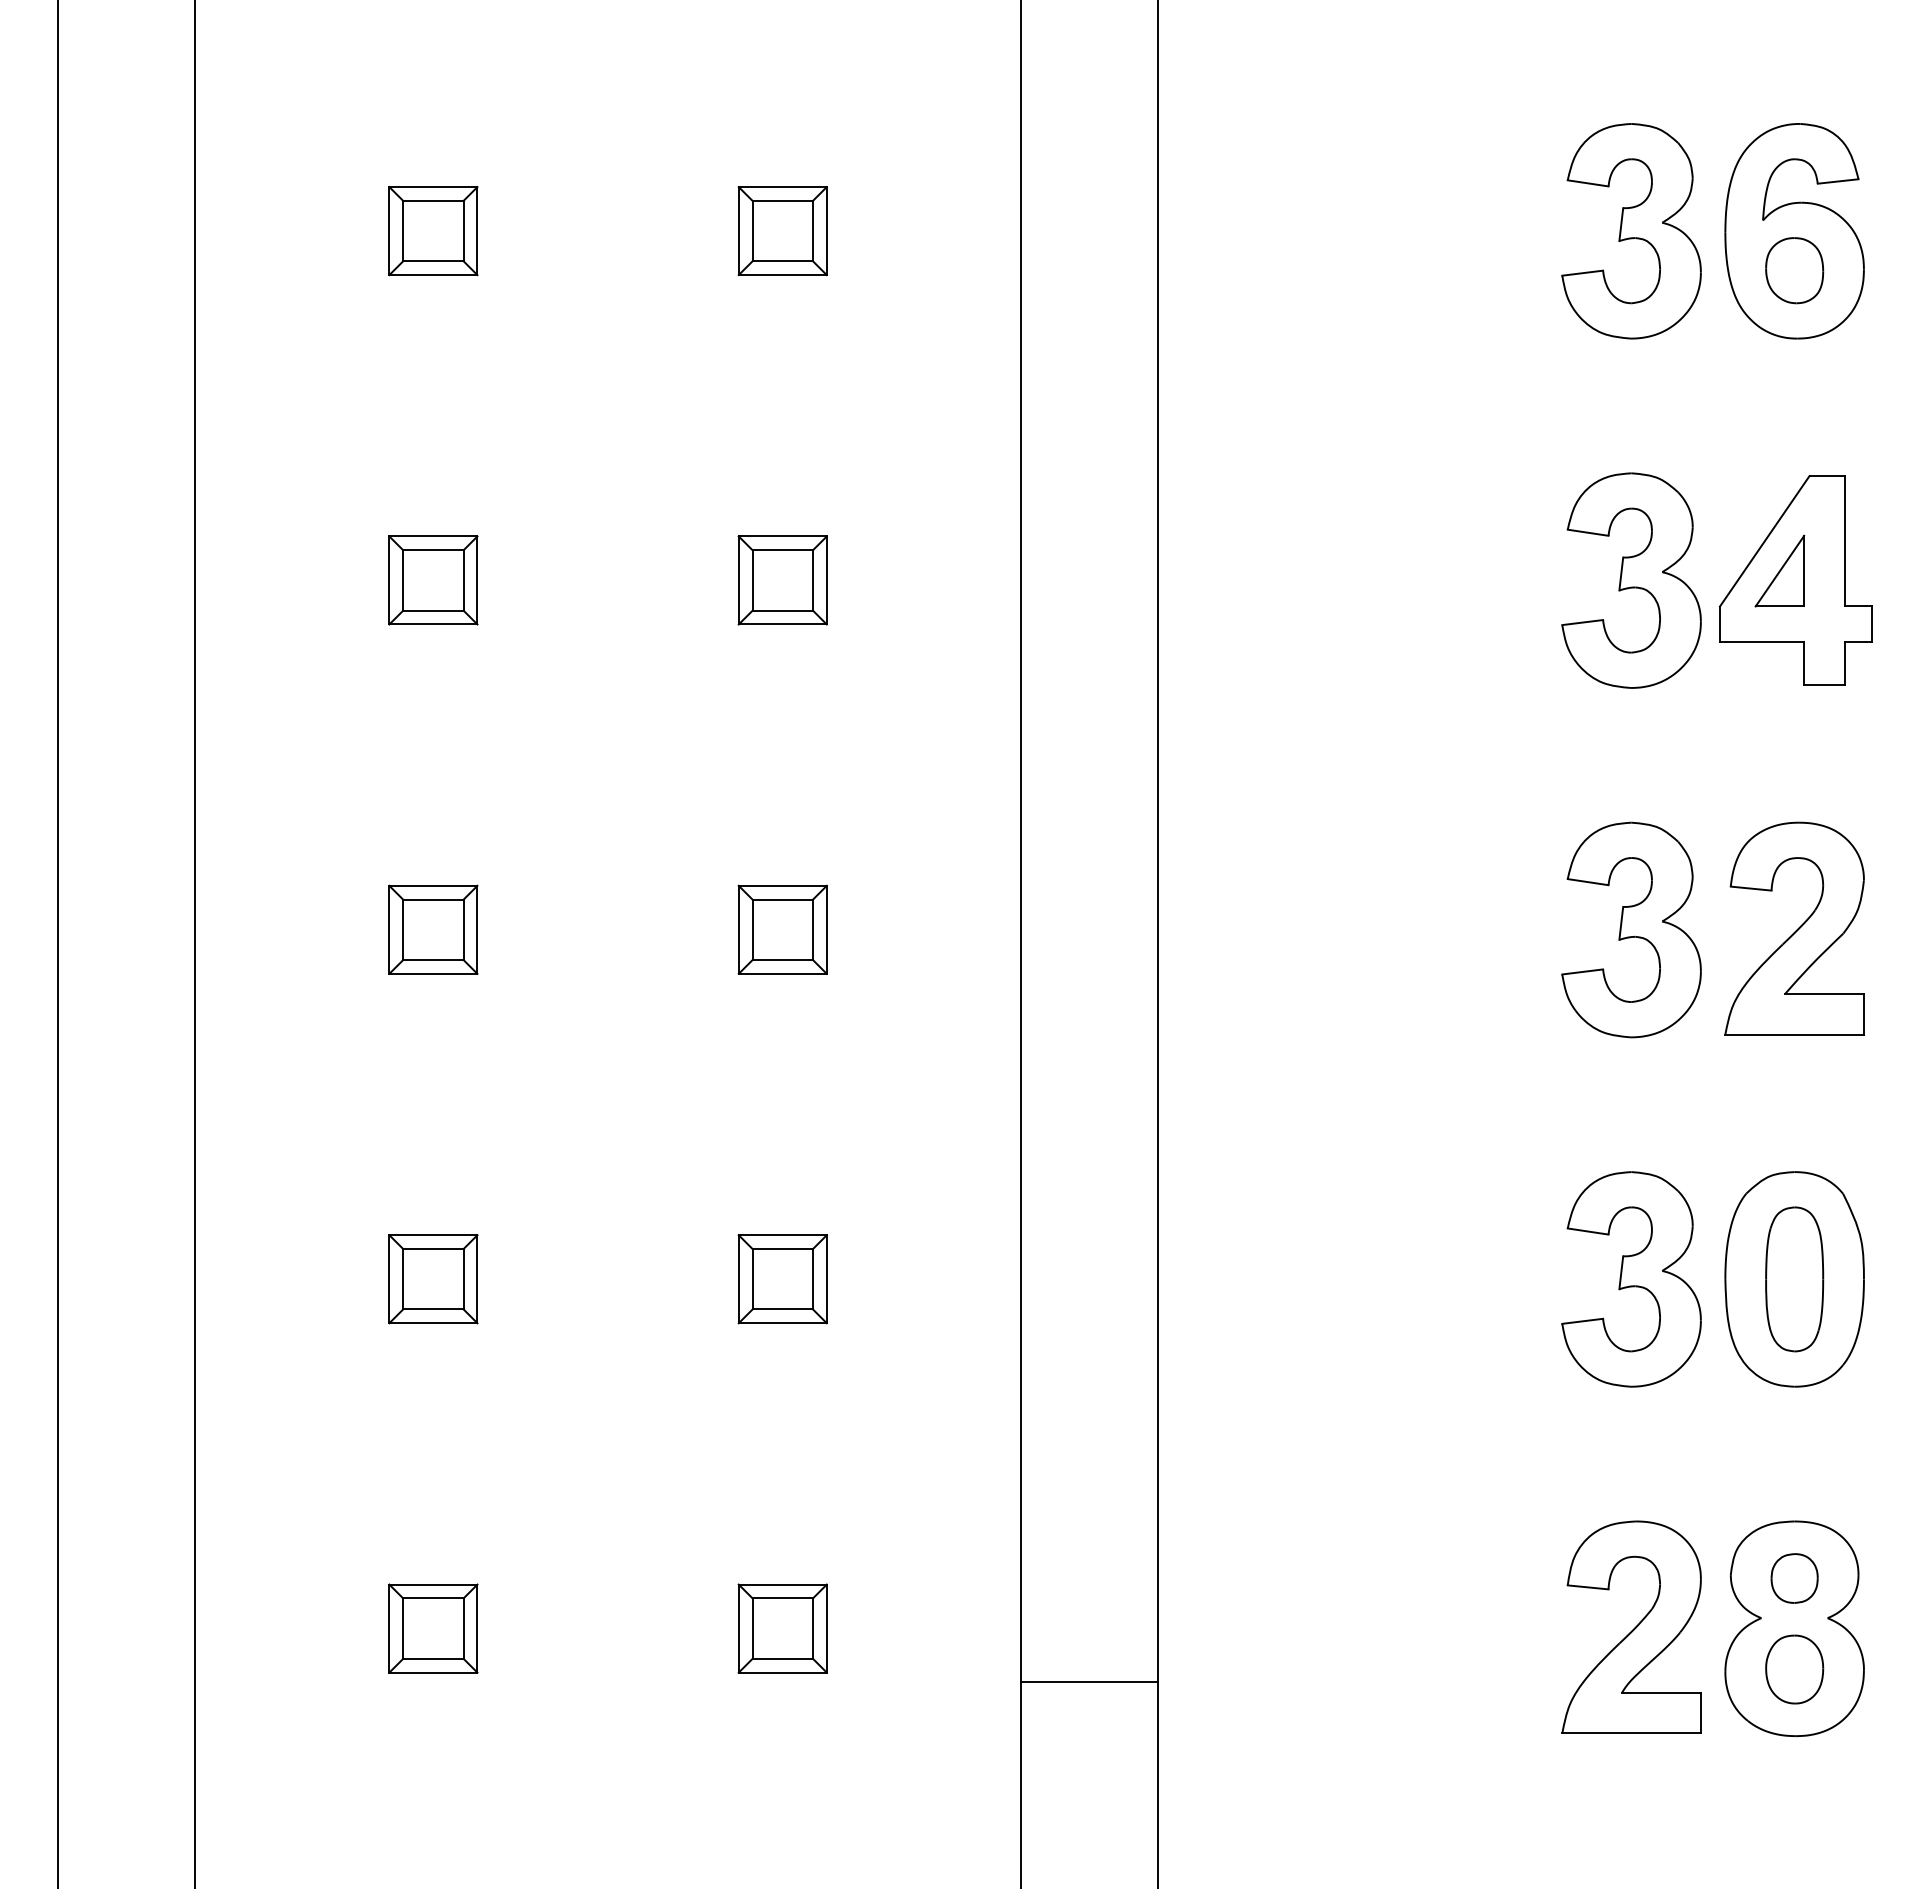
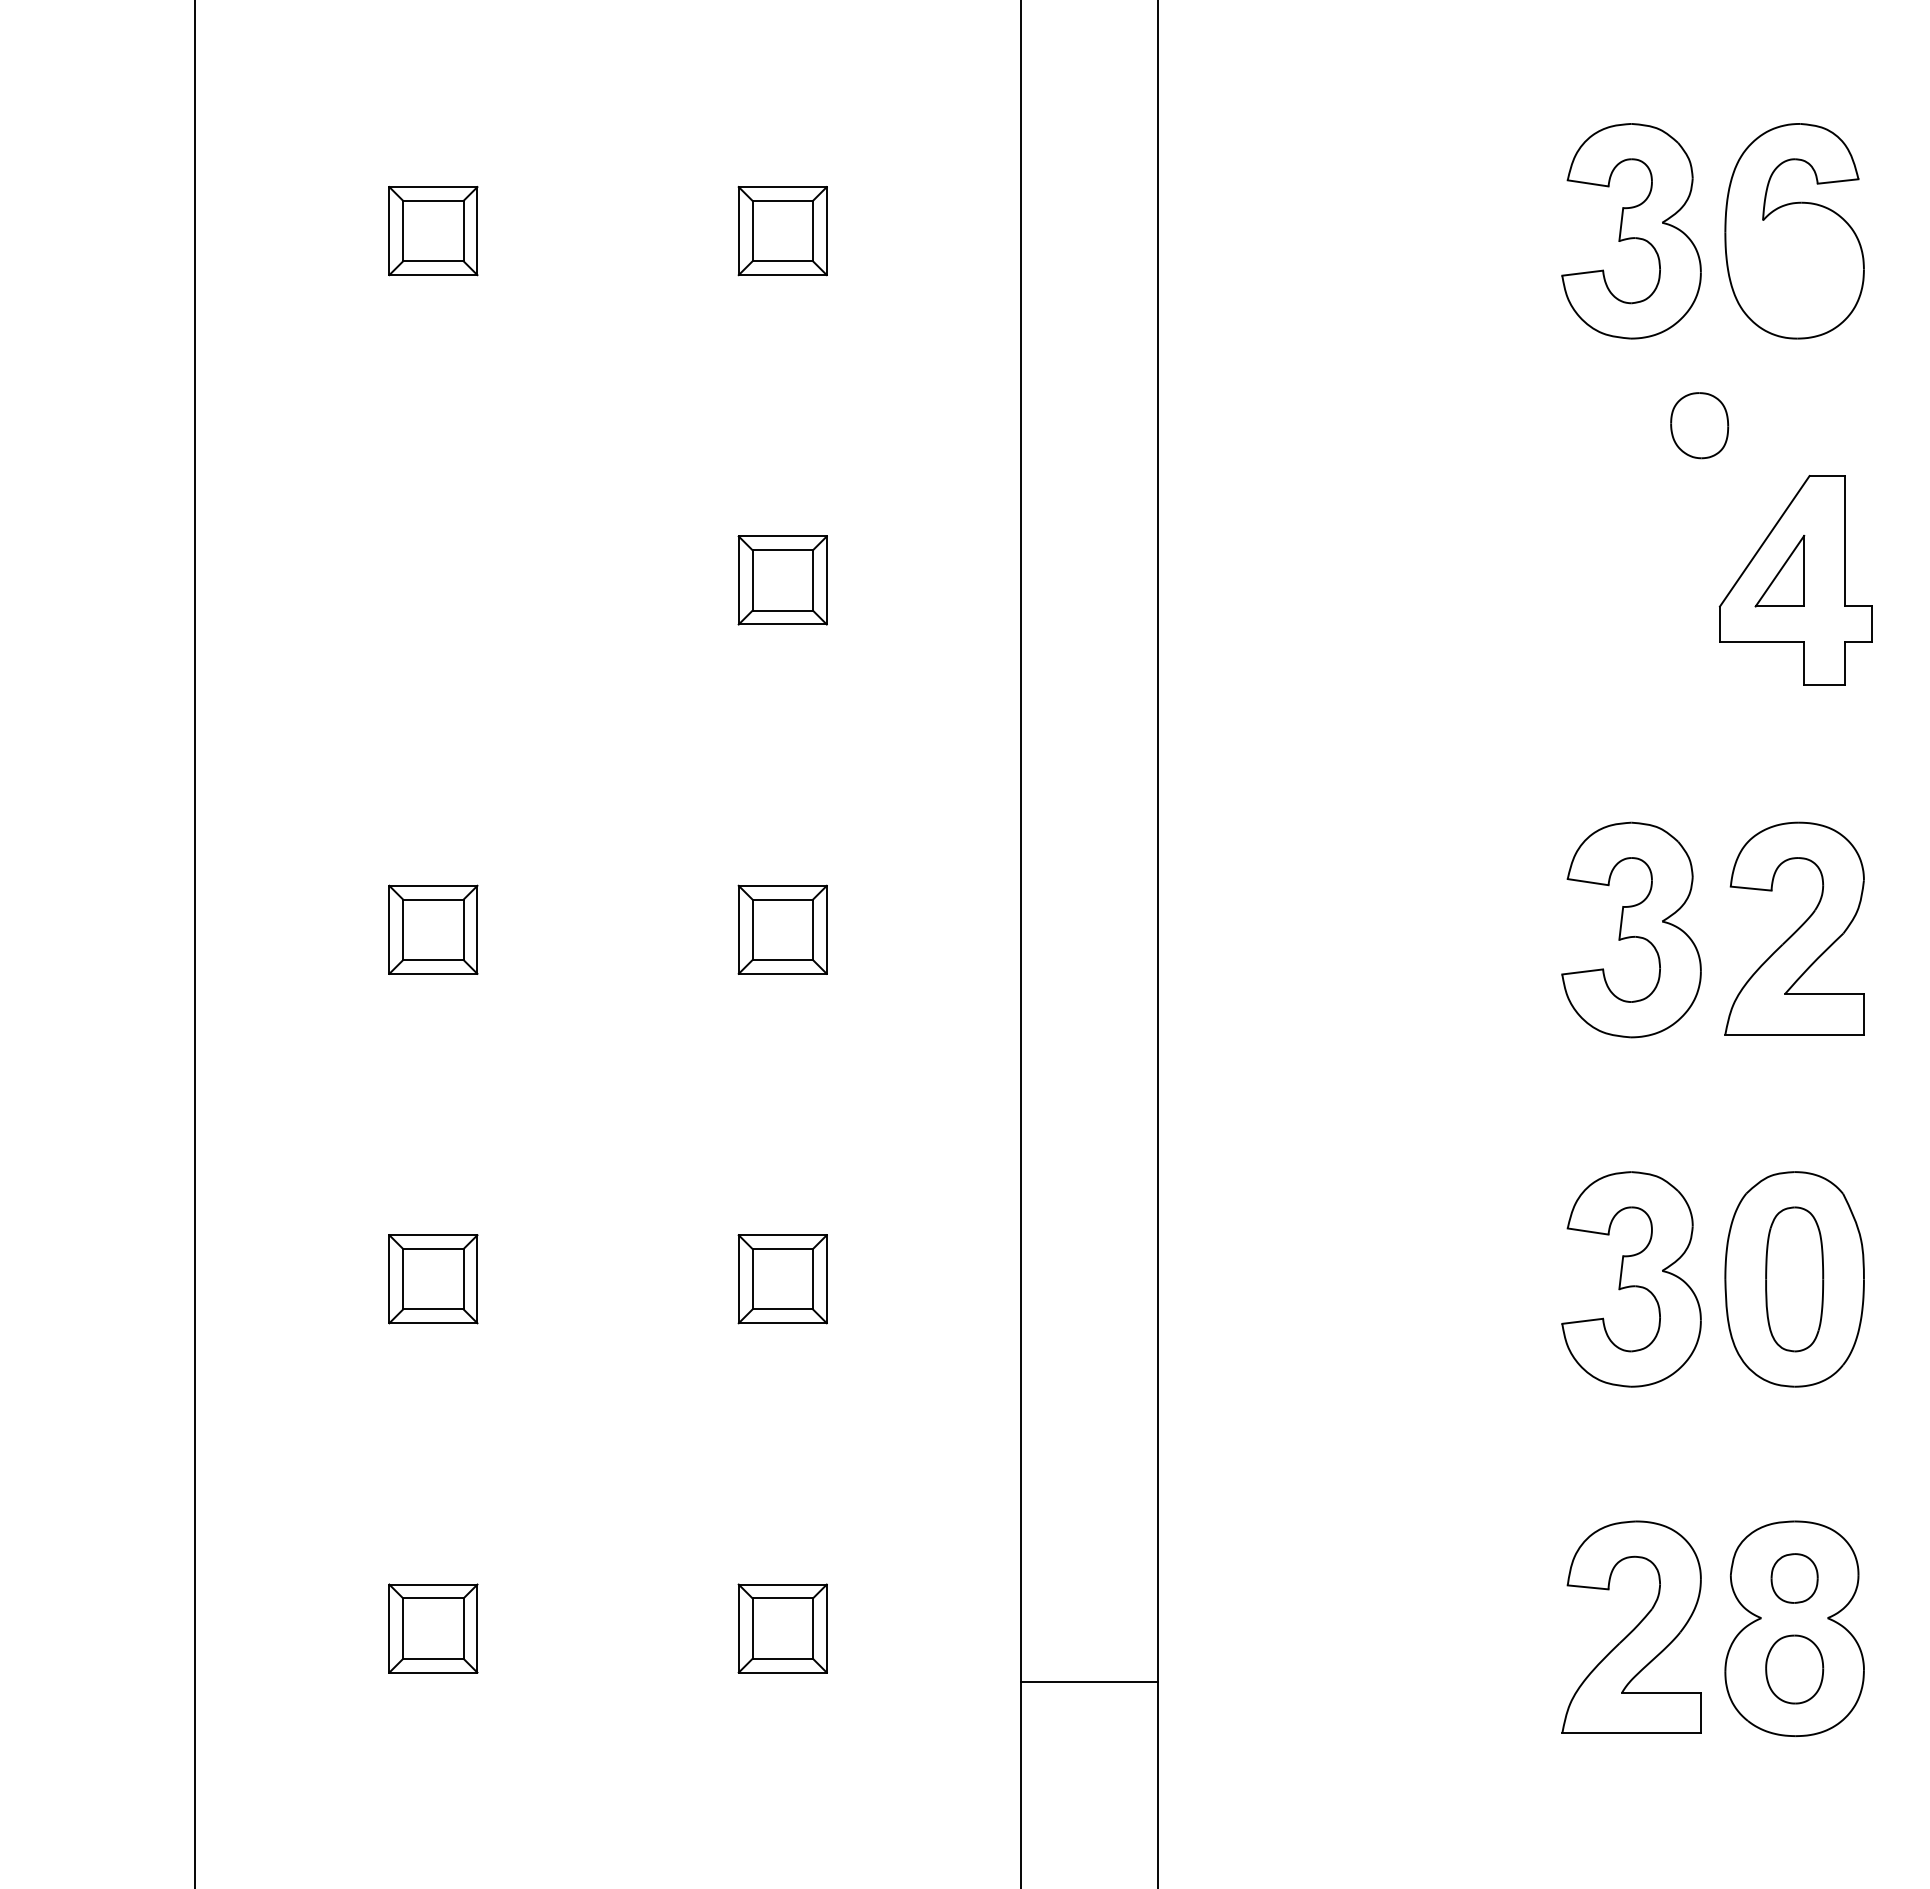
part at (1794, 270) position: (1794, 270) -> (1699, 425)
part at (433, 580): present -> none
part at (1631, 580): present -> none
line at (57, 943): present -> none
